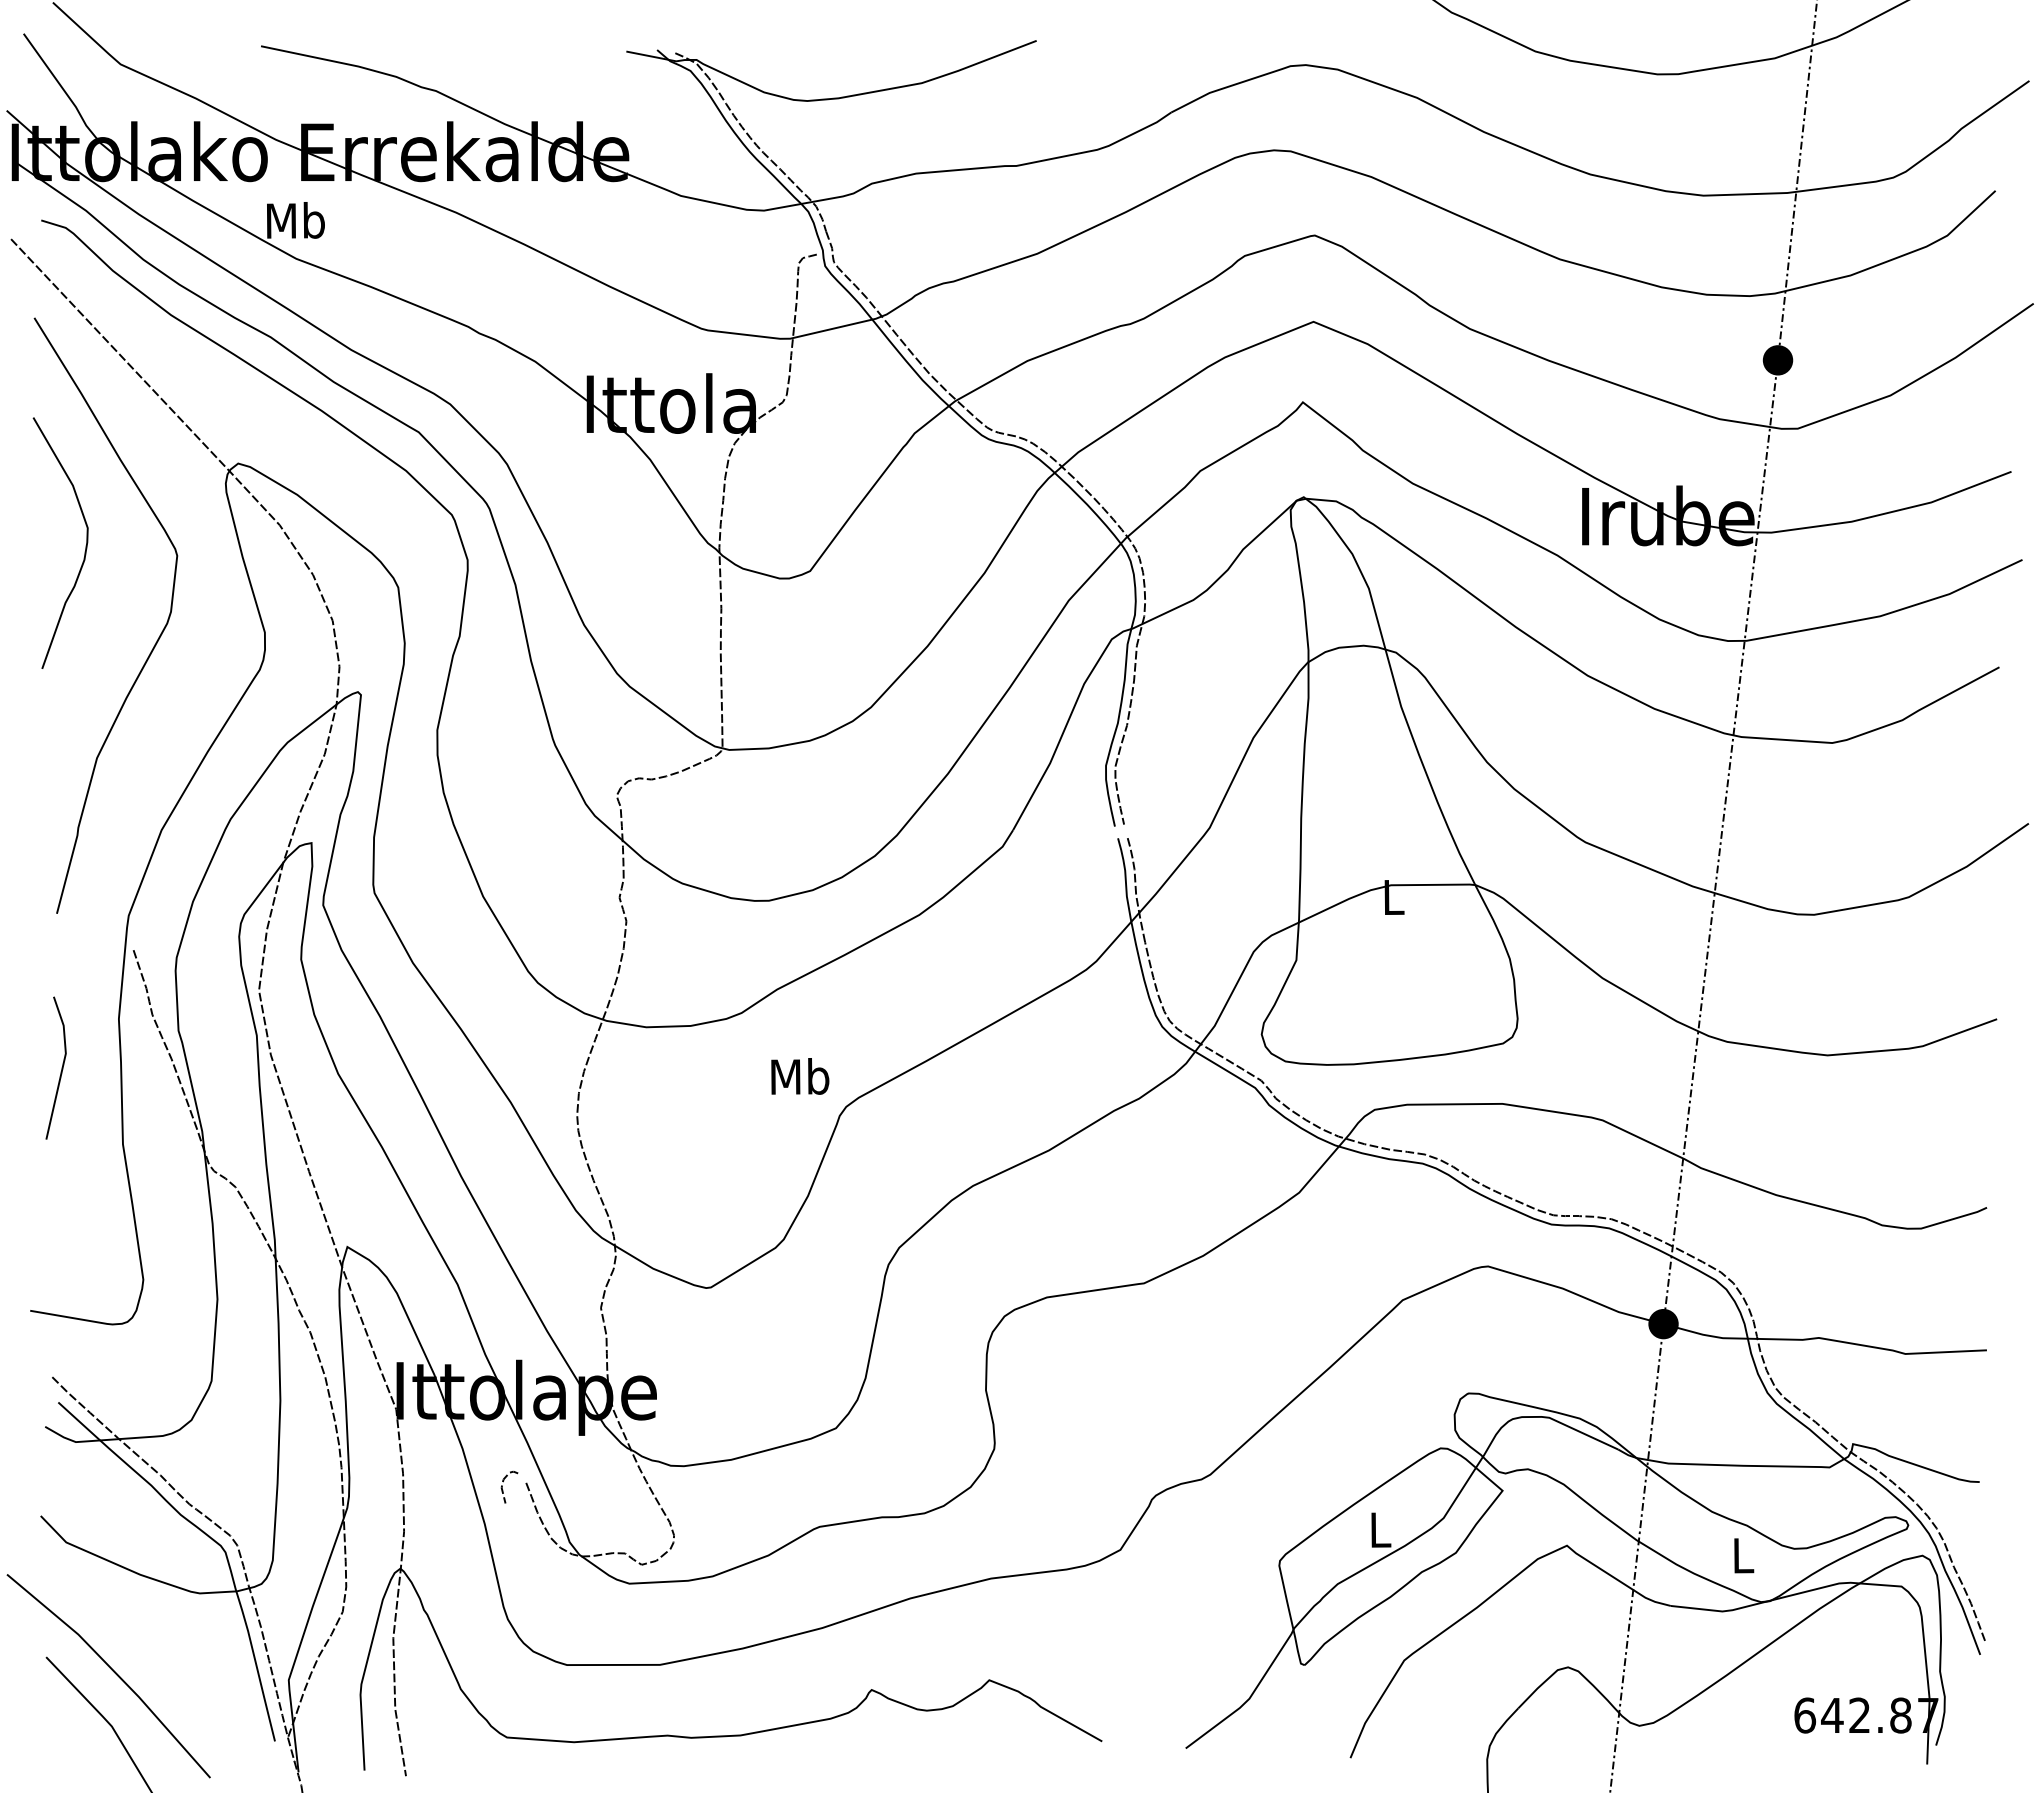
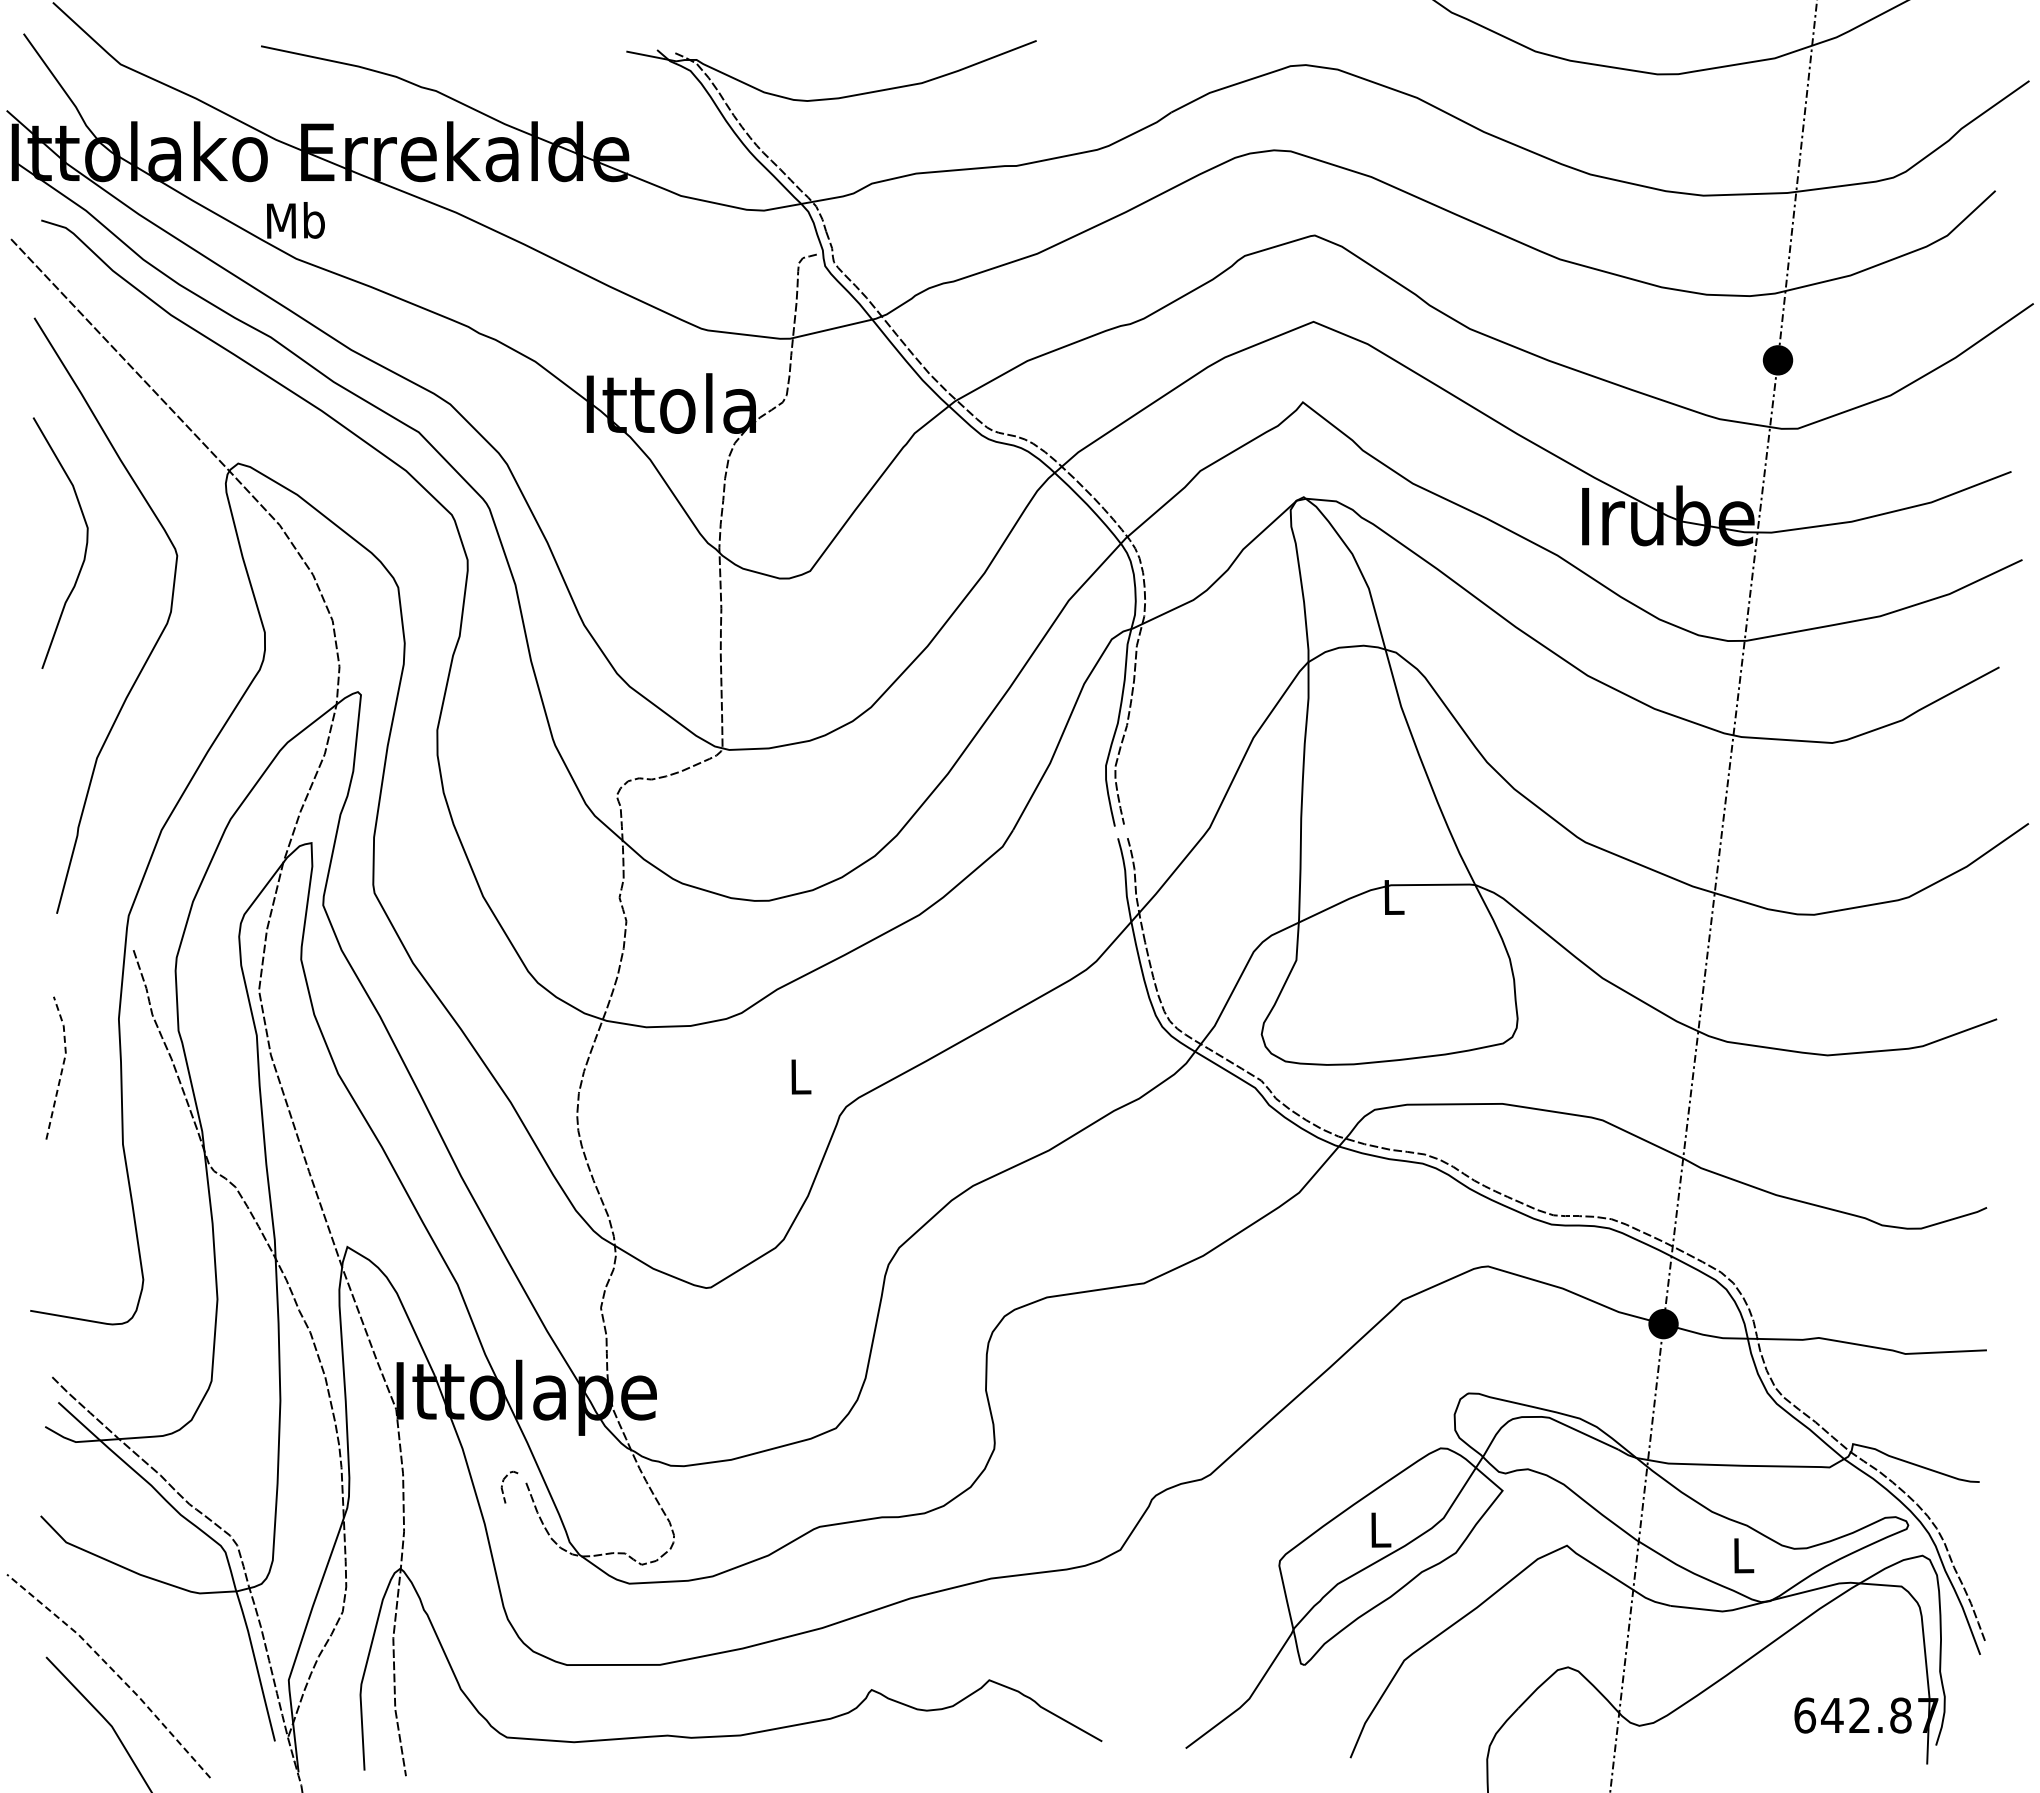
line at (63, 1066): solid -> dashed
text at (800, 1076): Mb -> L
line at (113, 1671): solid -> dashed
